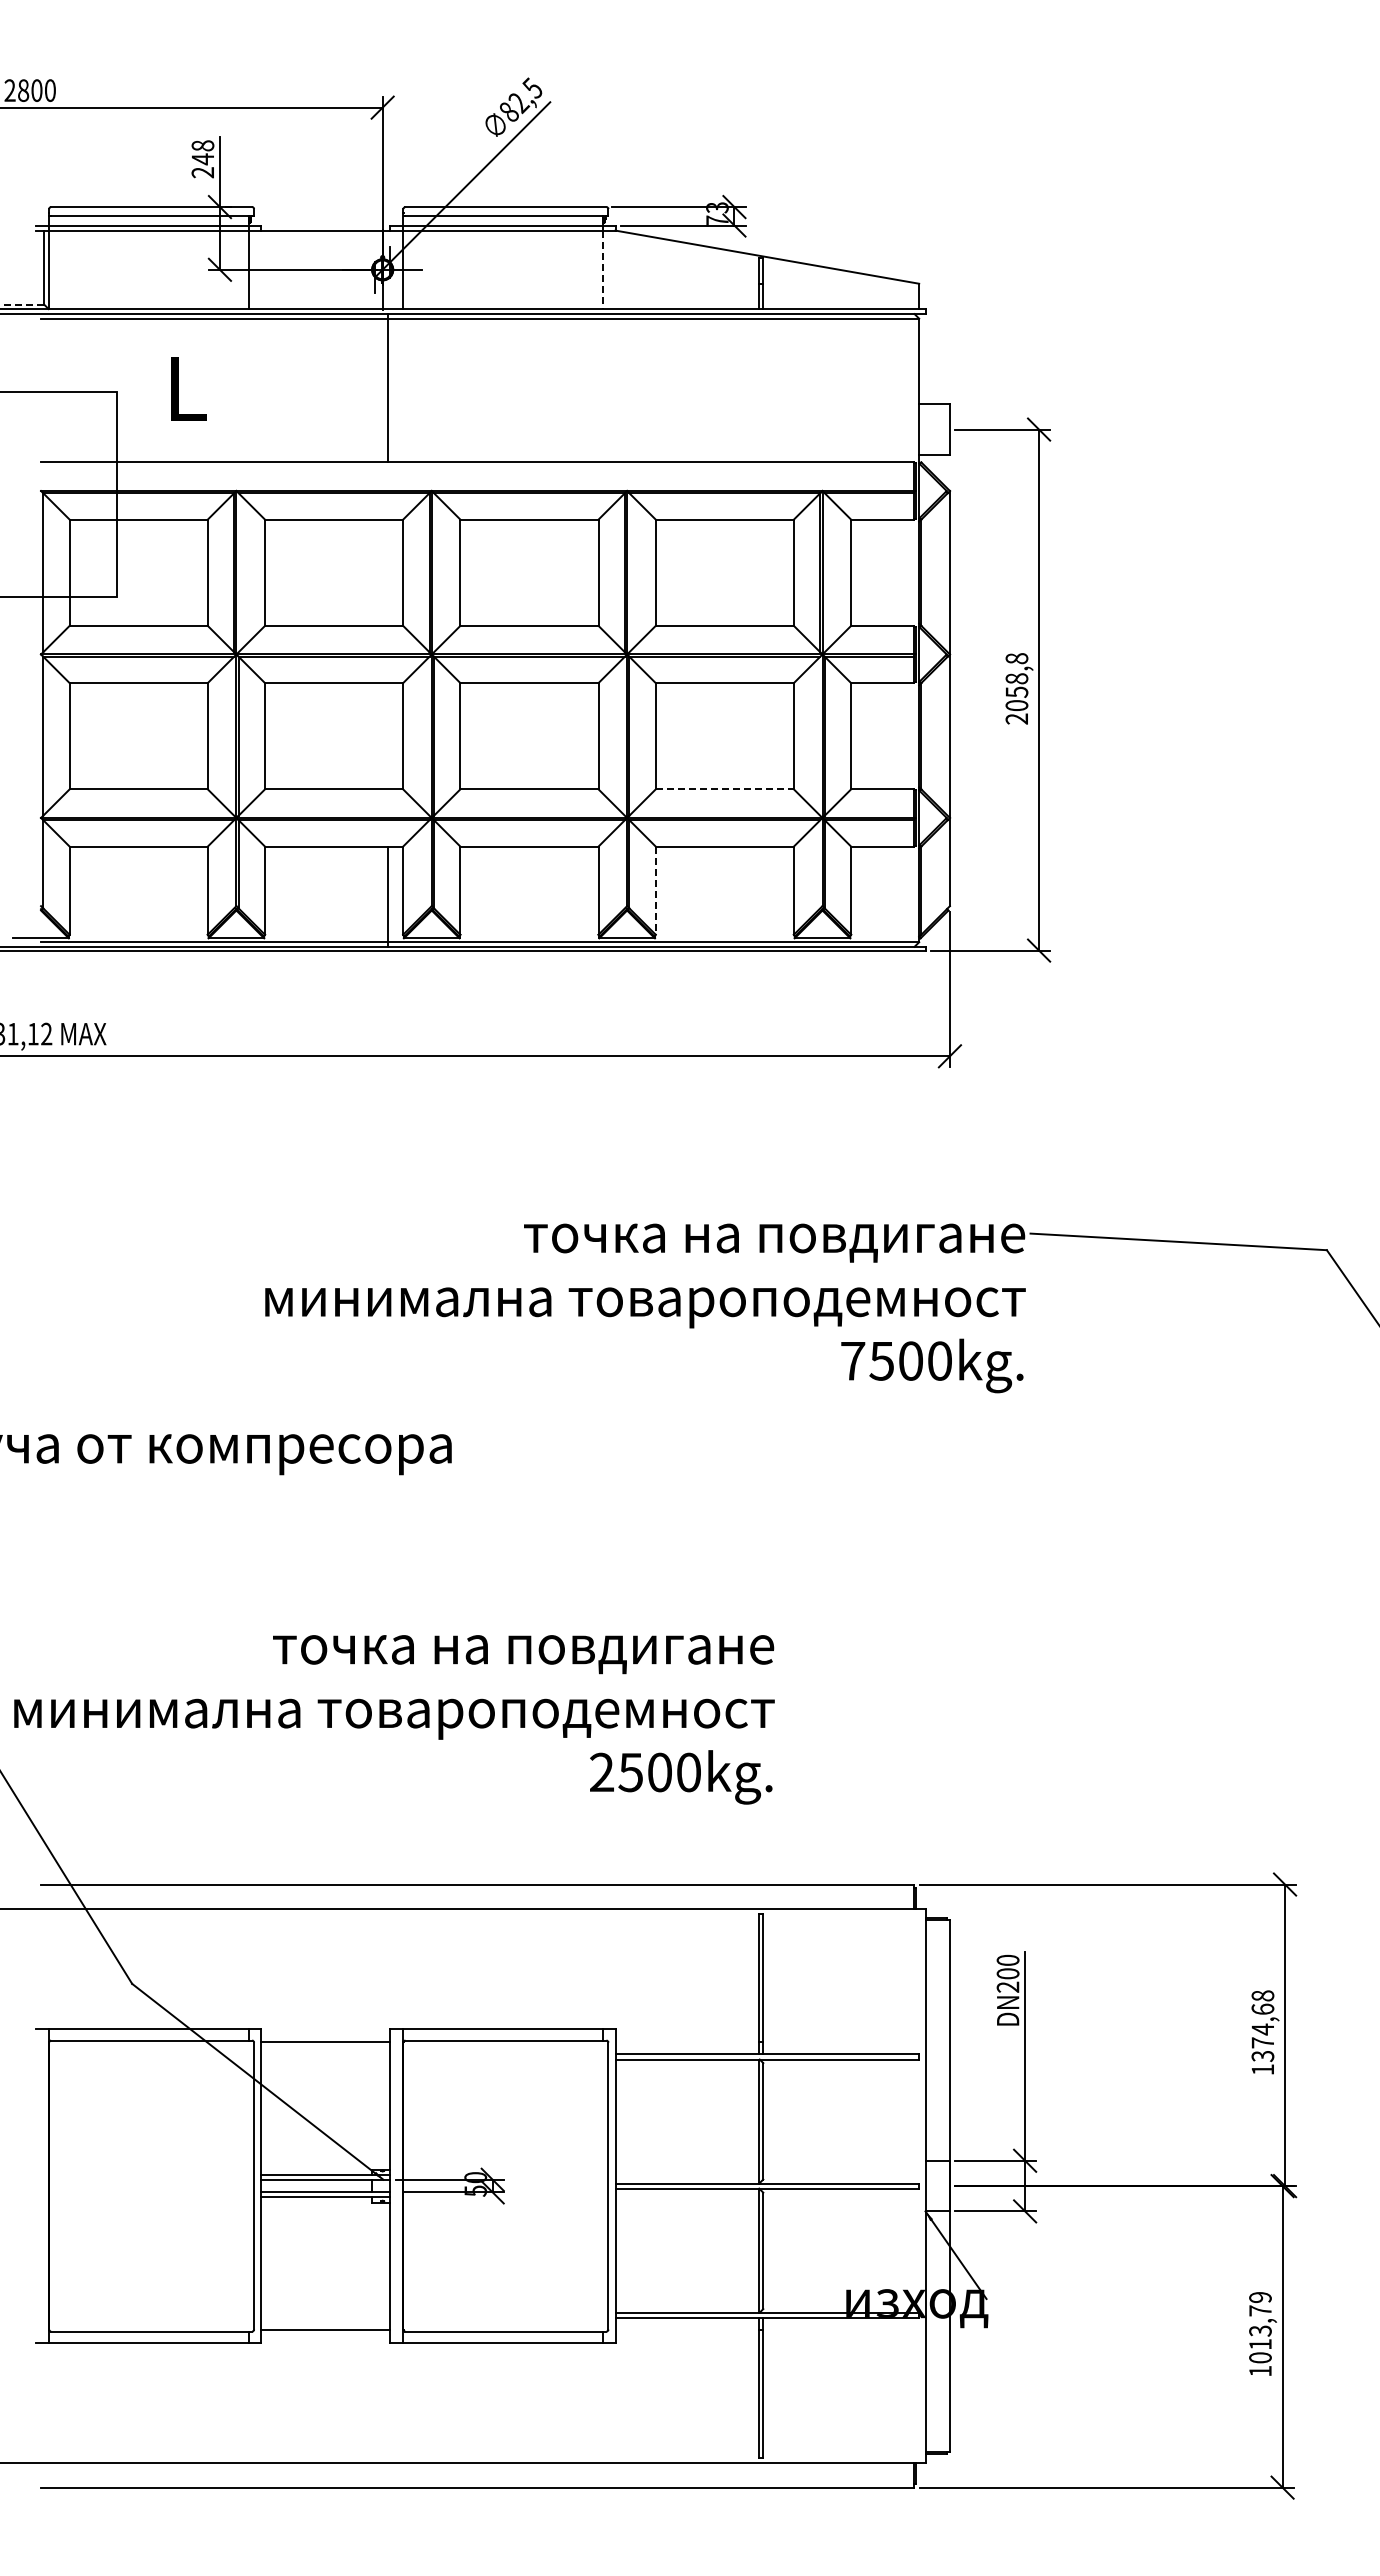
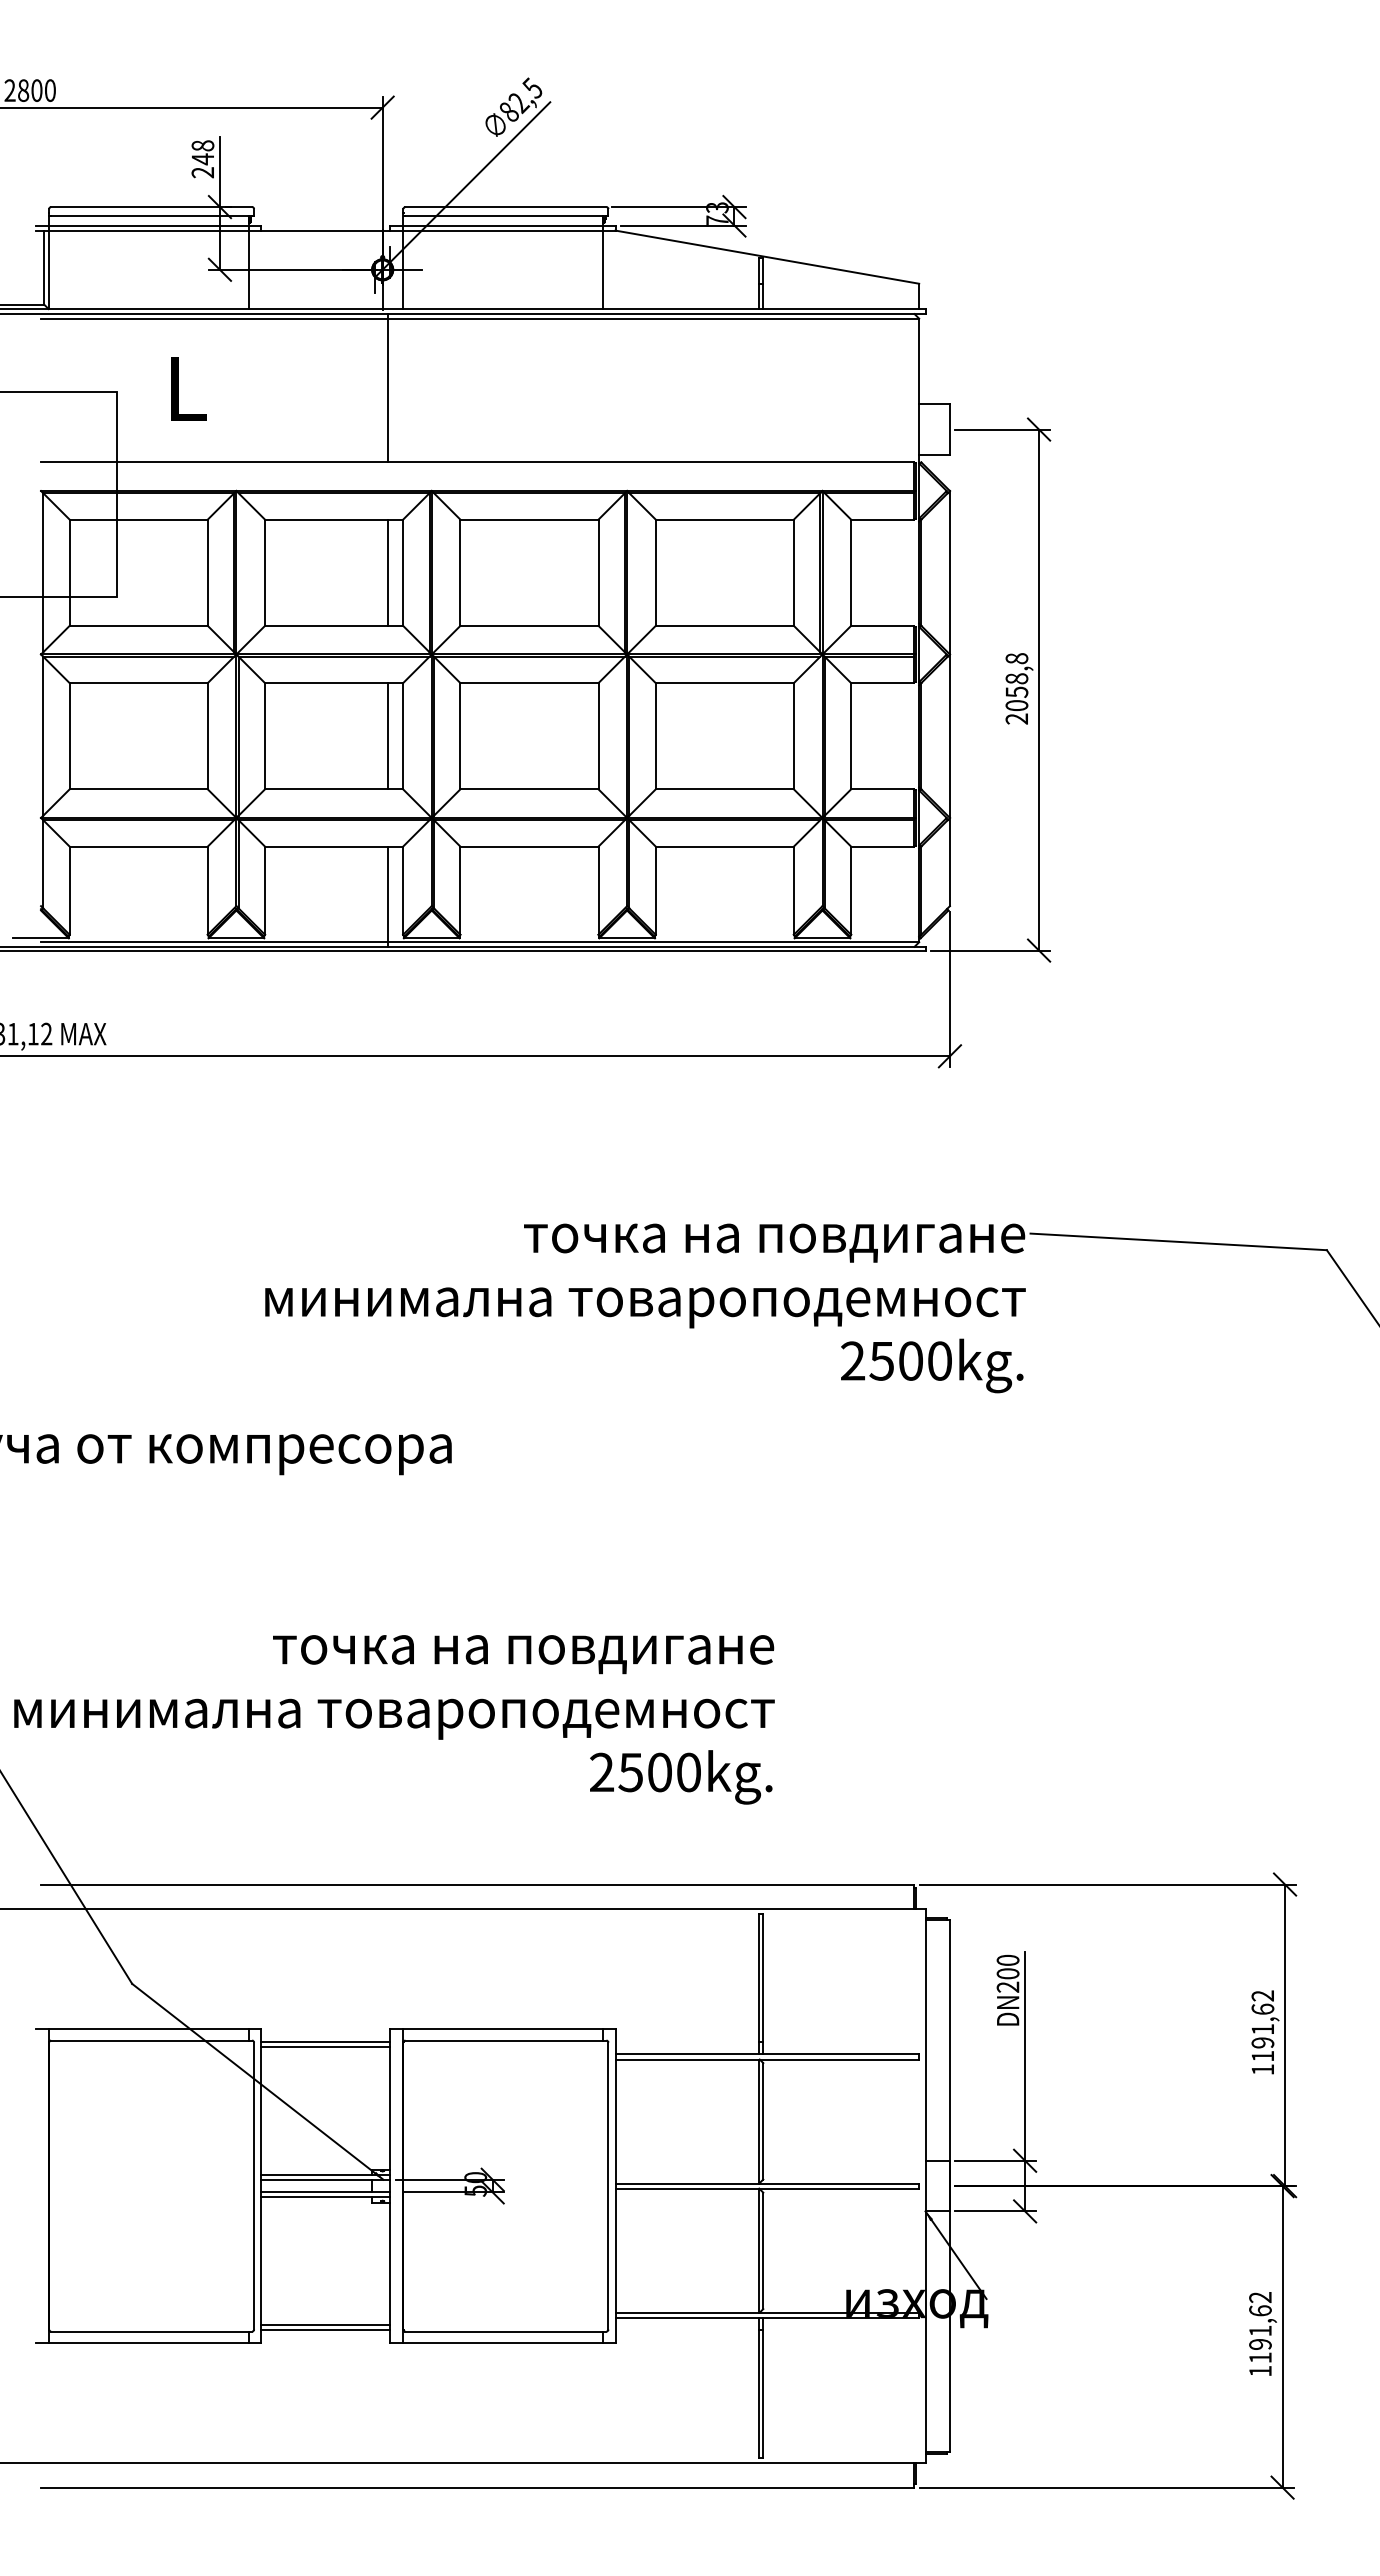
line at (602, 270): dashed -> solid
line at (22, 304): dashed -> solid
line at (387, 572): none -> present
line at (387, 736): none -> present
line at (725, 789): dashed -> solid
line at (655, 891): dashed -> solid
text at (853, 1360): 7500kg. -> 2500kg.
text at (1262, 2026): 1374,68 -> 1191,62
line at (325, 2046): none -> present
line at (325, 2325): none -> present
text at (1260, 2327): 1013,79 -> 1191,62
